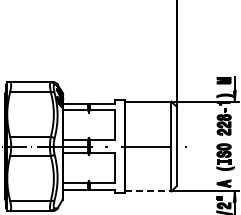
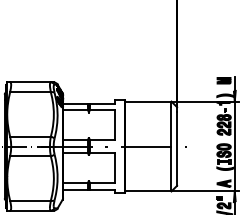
line at (234, 146): none -> present
line at (148, 191): dashed -> solid
